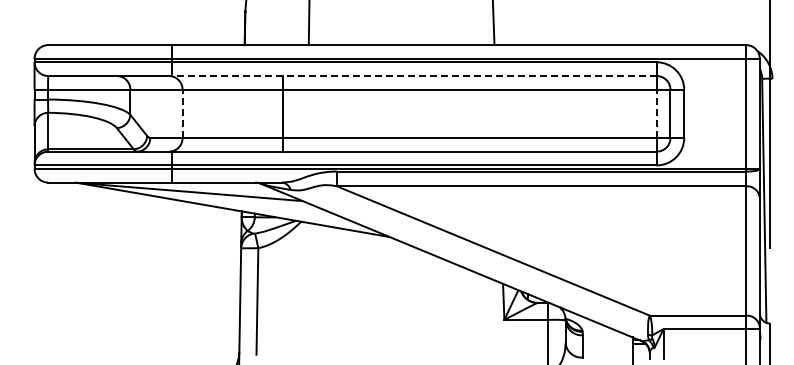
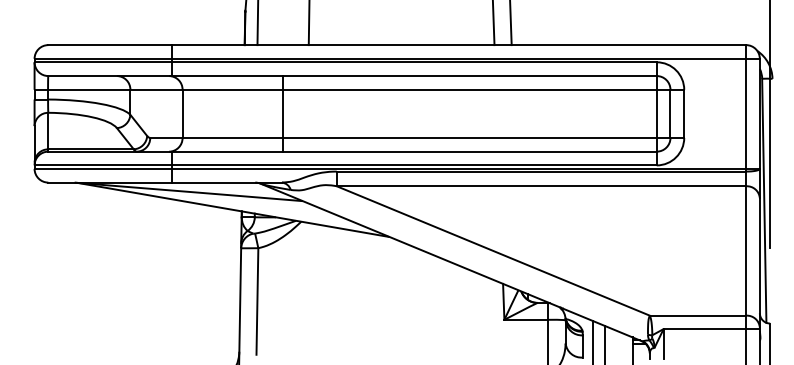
line at (257, 23): none -> present
line at (510, 23): none -> present
line at (413, 76): dashed -> solid
line at (182, 113): dashed -> solid
line at (656, 113): dashed -> solid
line at (592, 340): none -> present
line at (605, 342): none -> present
